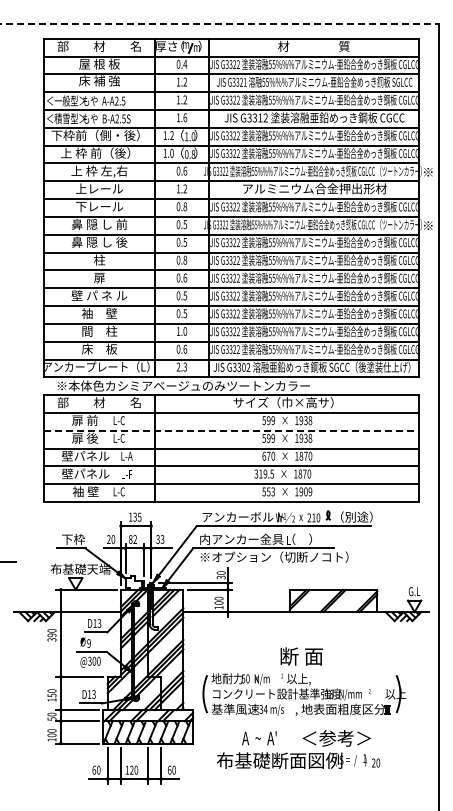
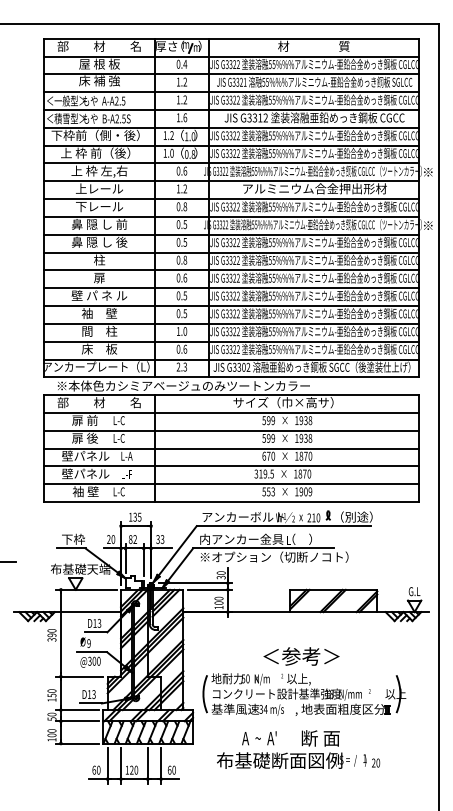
line at (220, 24): dashed -> solid
line at (231, 430): dashed -> solid
text at (301, 656): 断 面 -> ＜参考＞
text at (336, 738): ＜参考＞ -> 断 面
